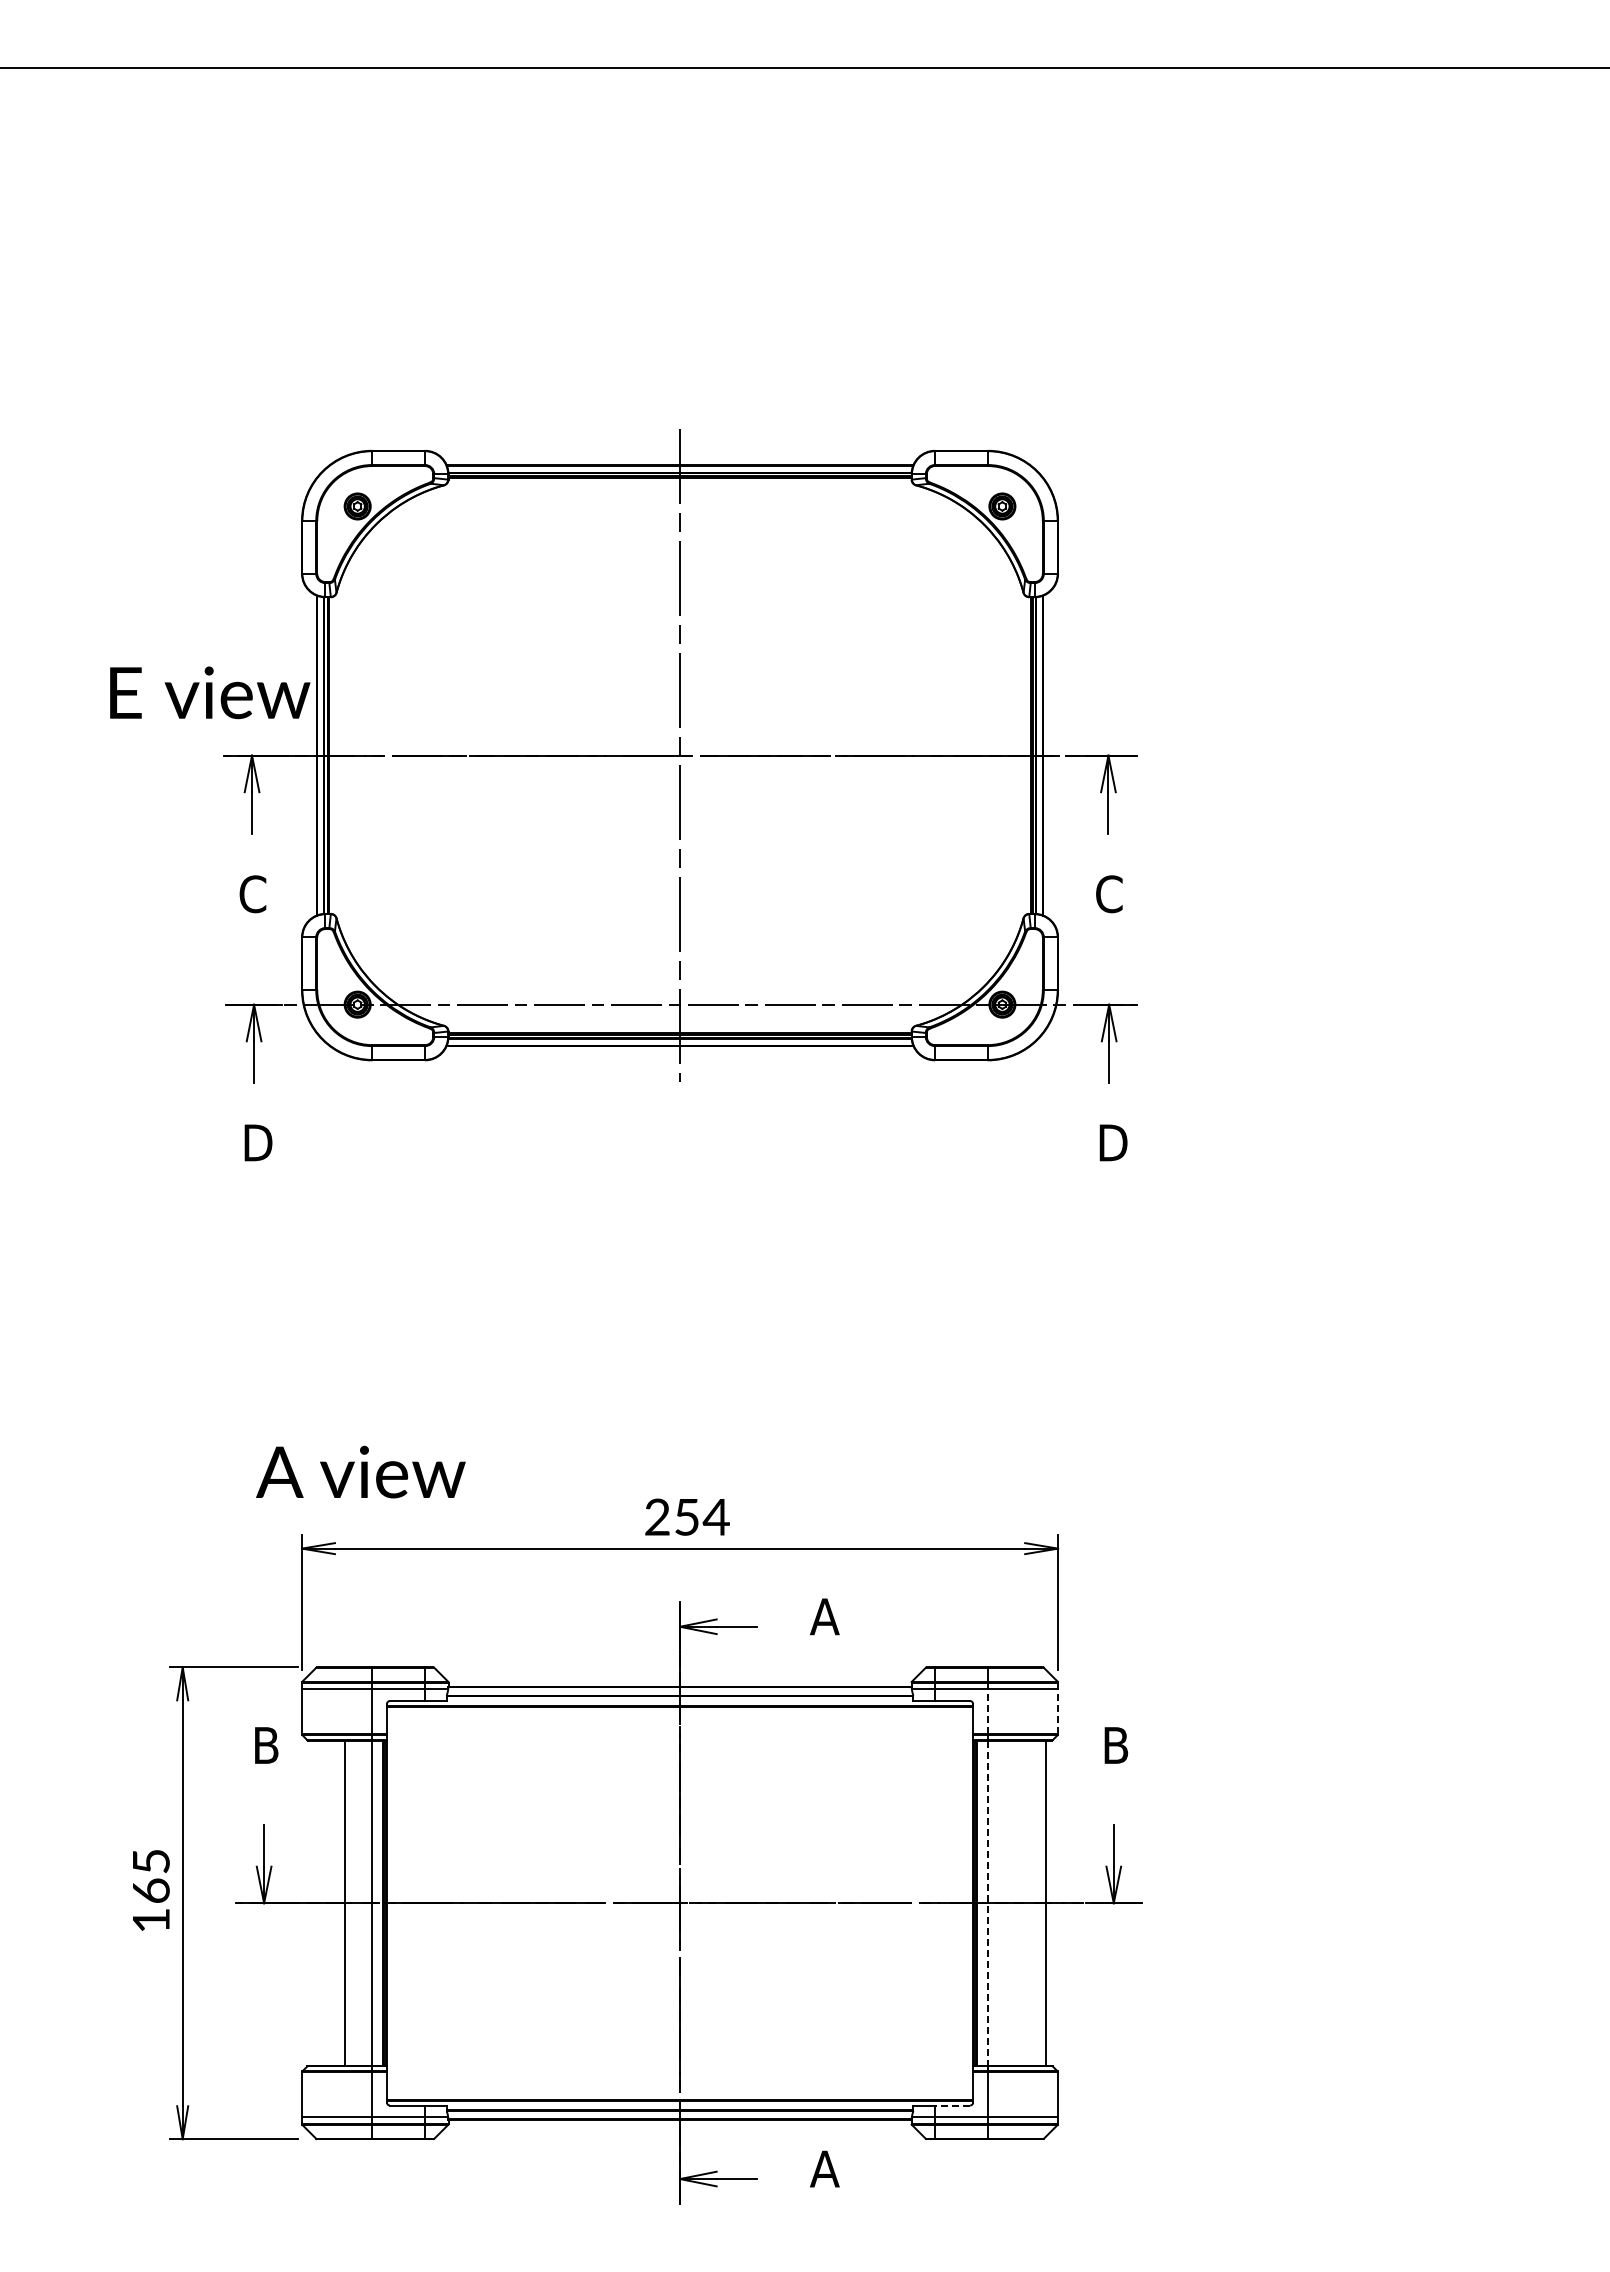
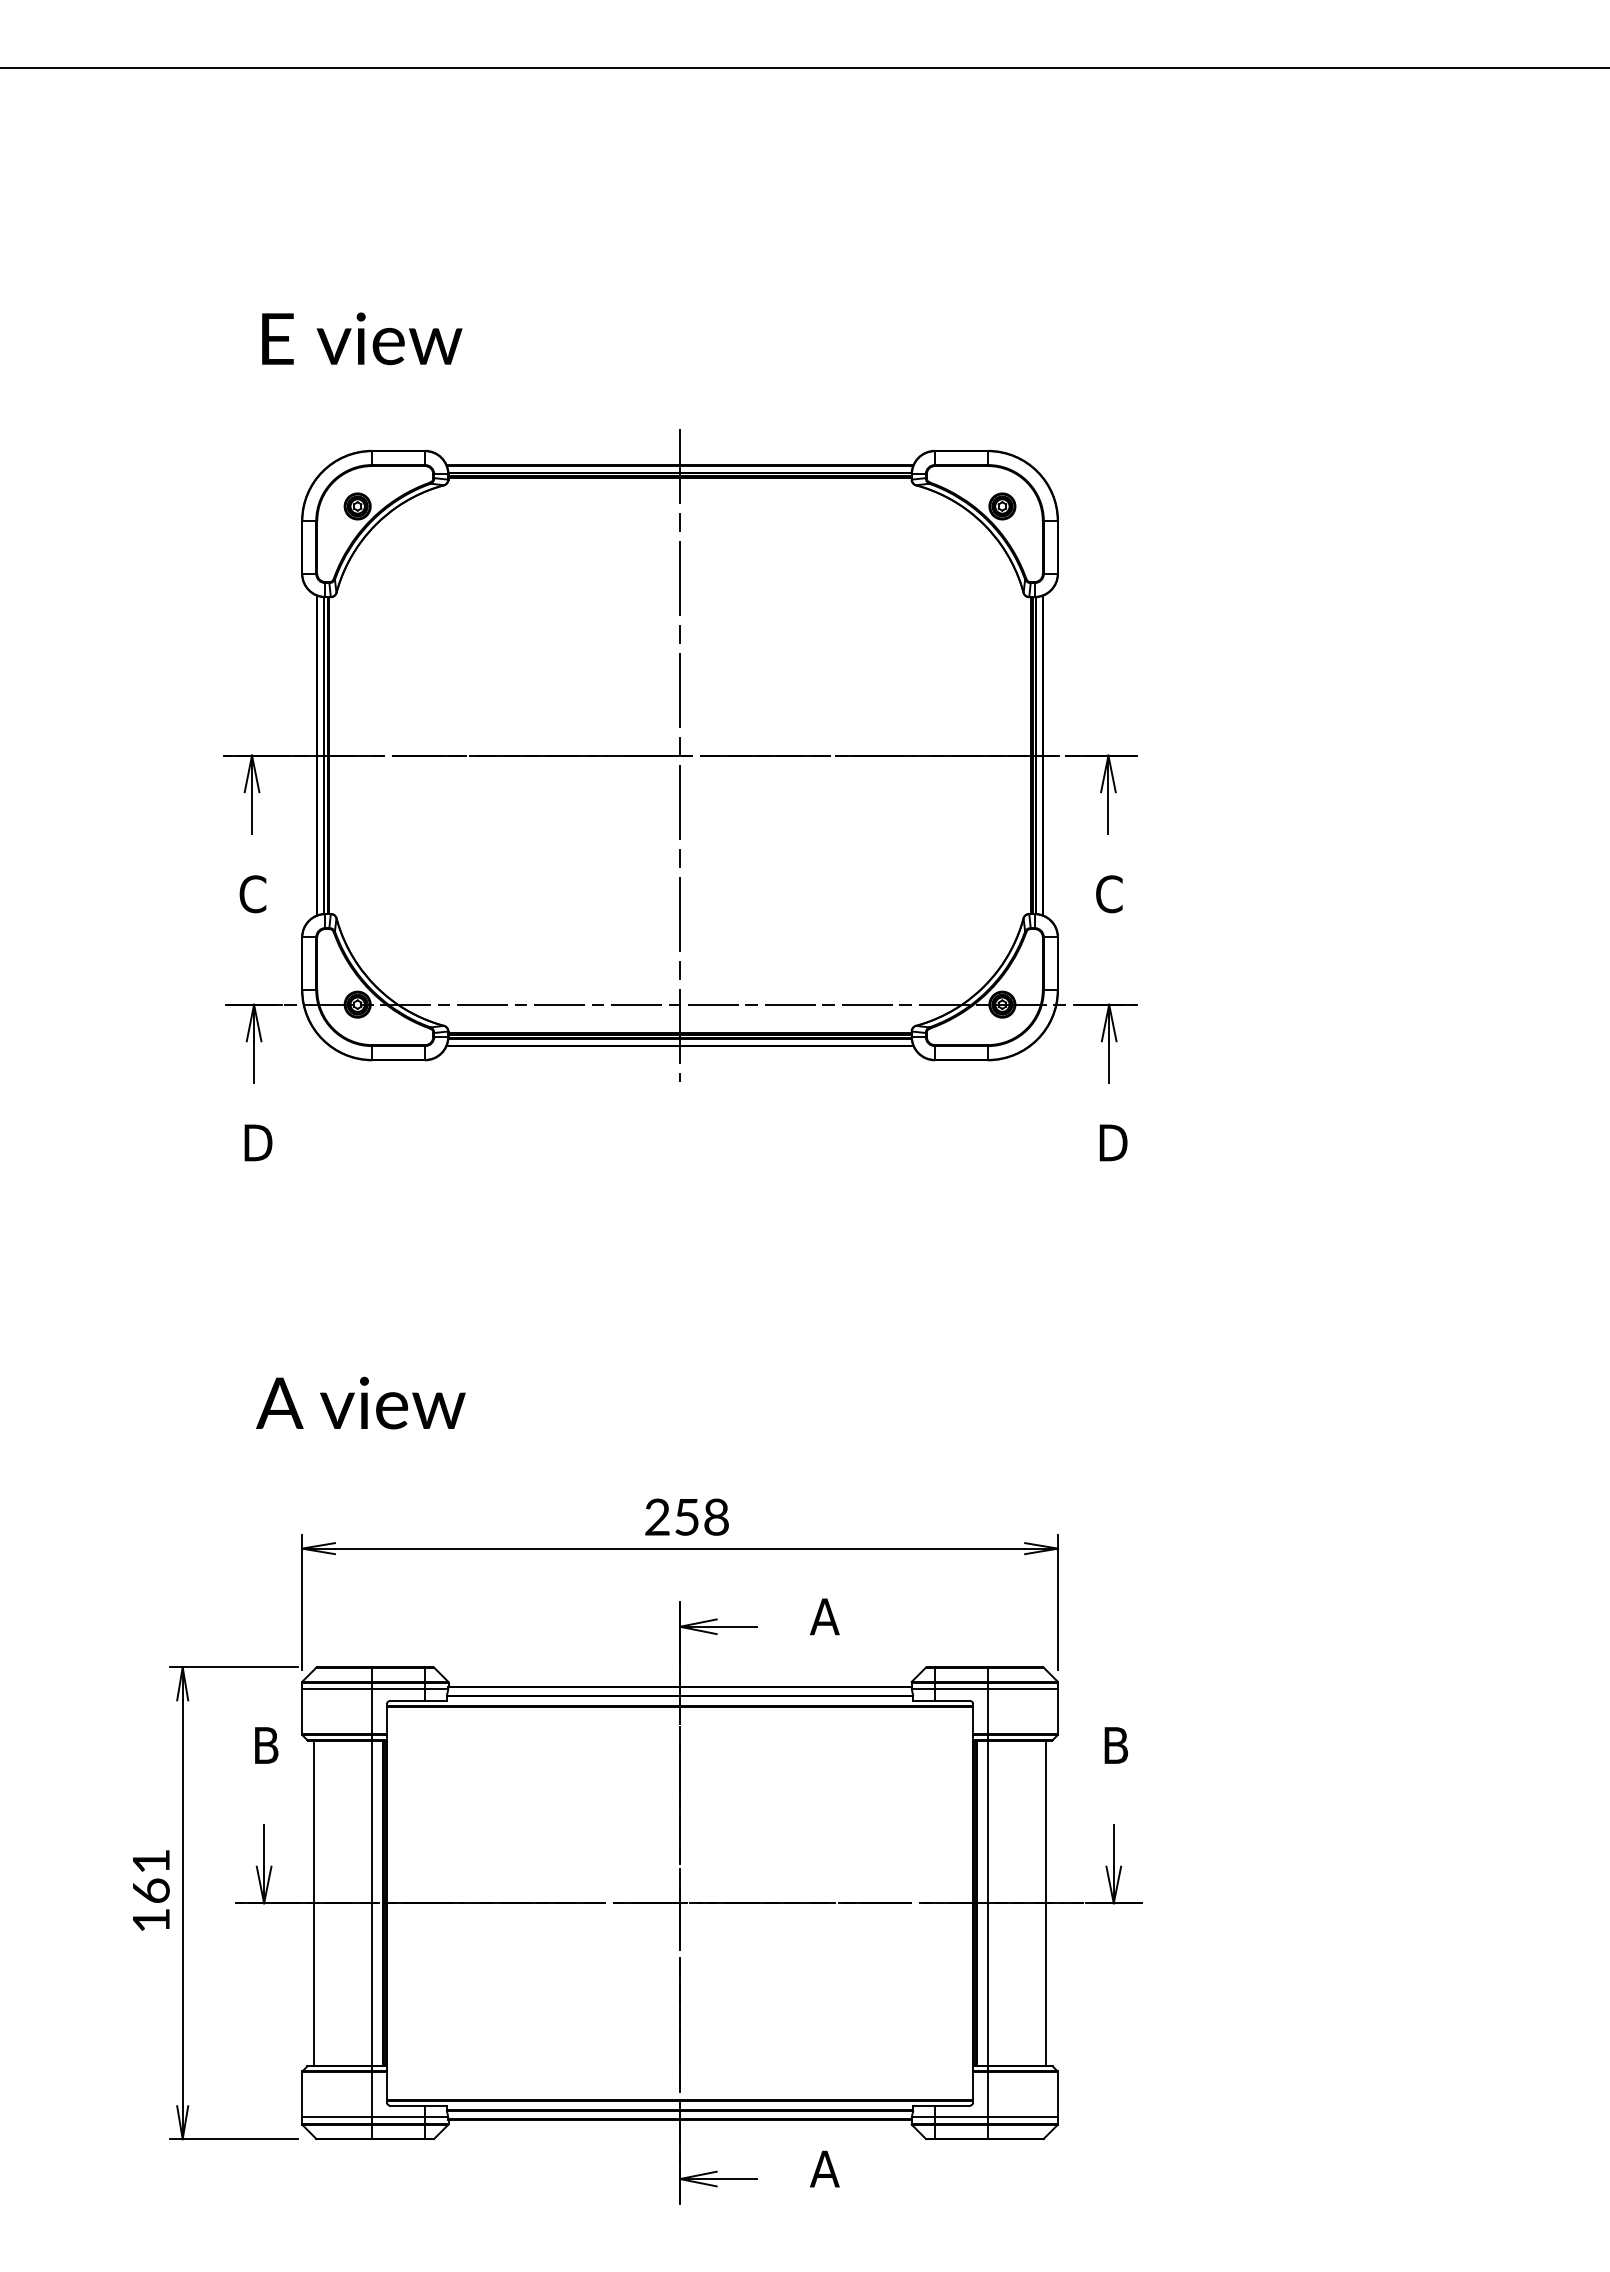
text at (210, 692) position: (210, 692) -> (362, 338)
text at (360, 1471) position: (360, 1471) -> (360, 1402)
text at (715, 1516): 254 -> 258
line at (987, 1711): dashed -> solid
line at (1058, 1711): dashed -> solid
text at (151, 1861): 165 -> 161
line at (344, 1902) position: (344, 1902) -> (313, 1902)
line at (987, 1903): dashed -> solid
line at (952, 2105): dashed -> solid
